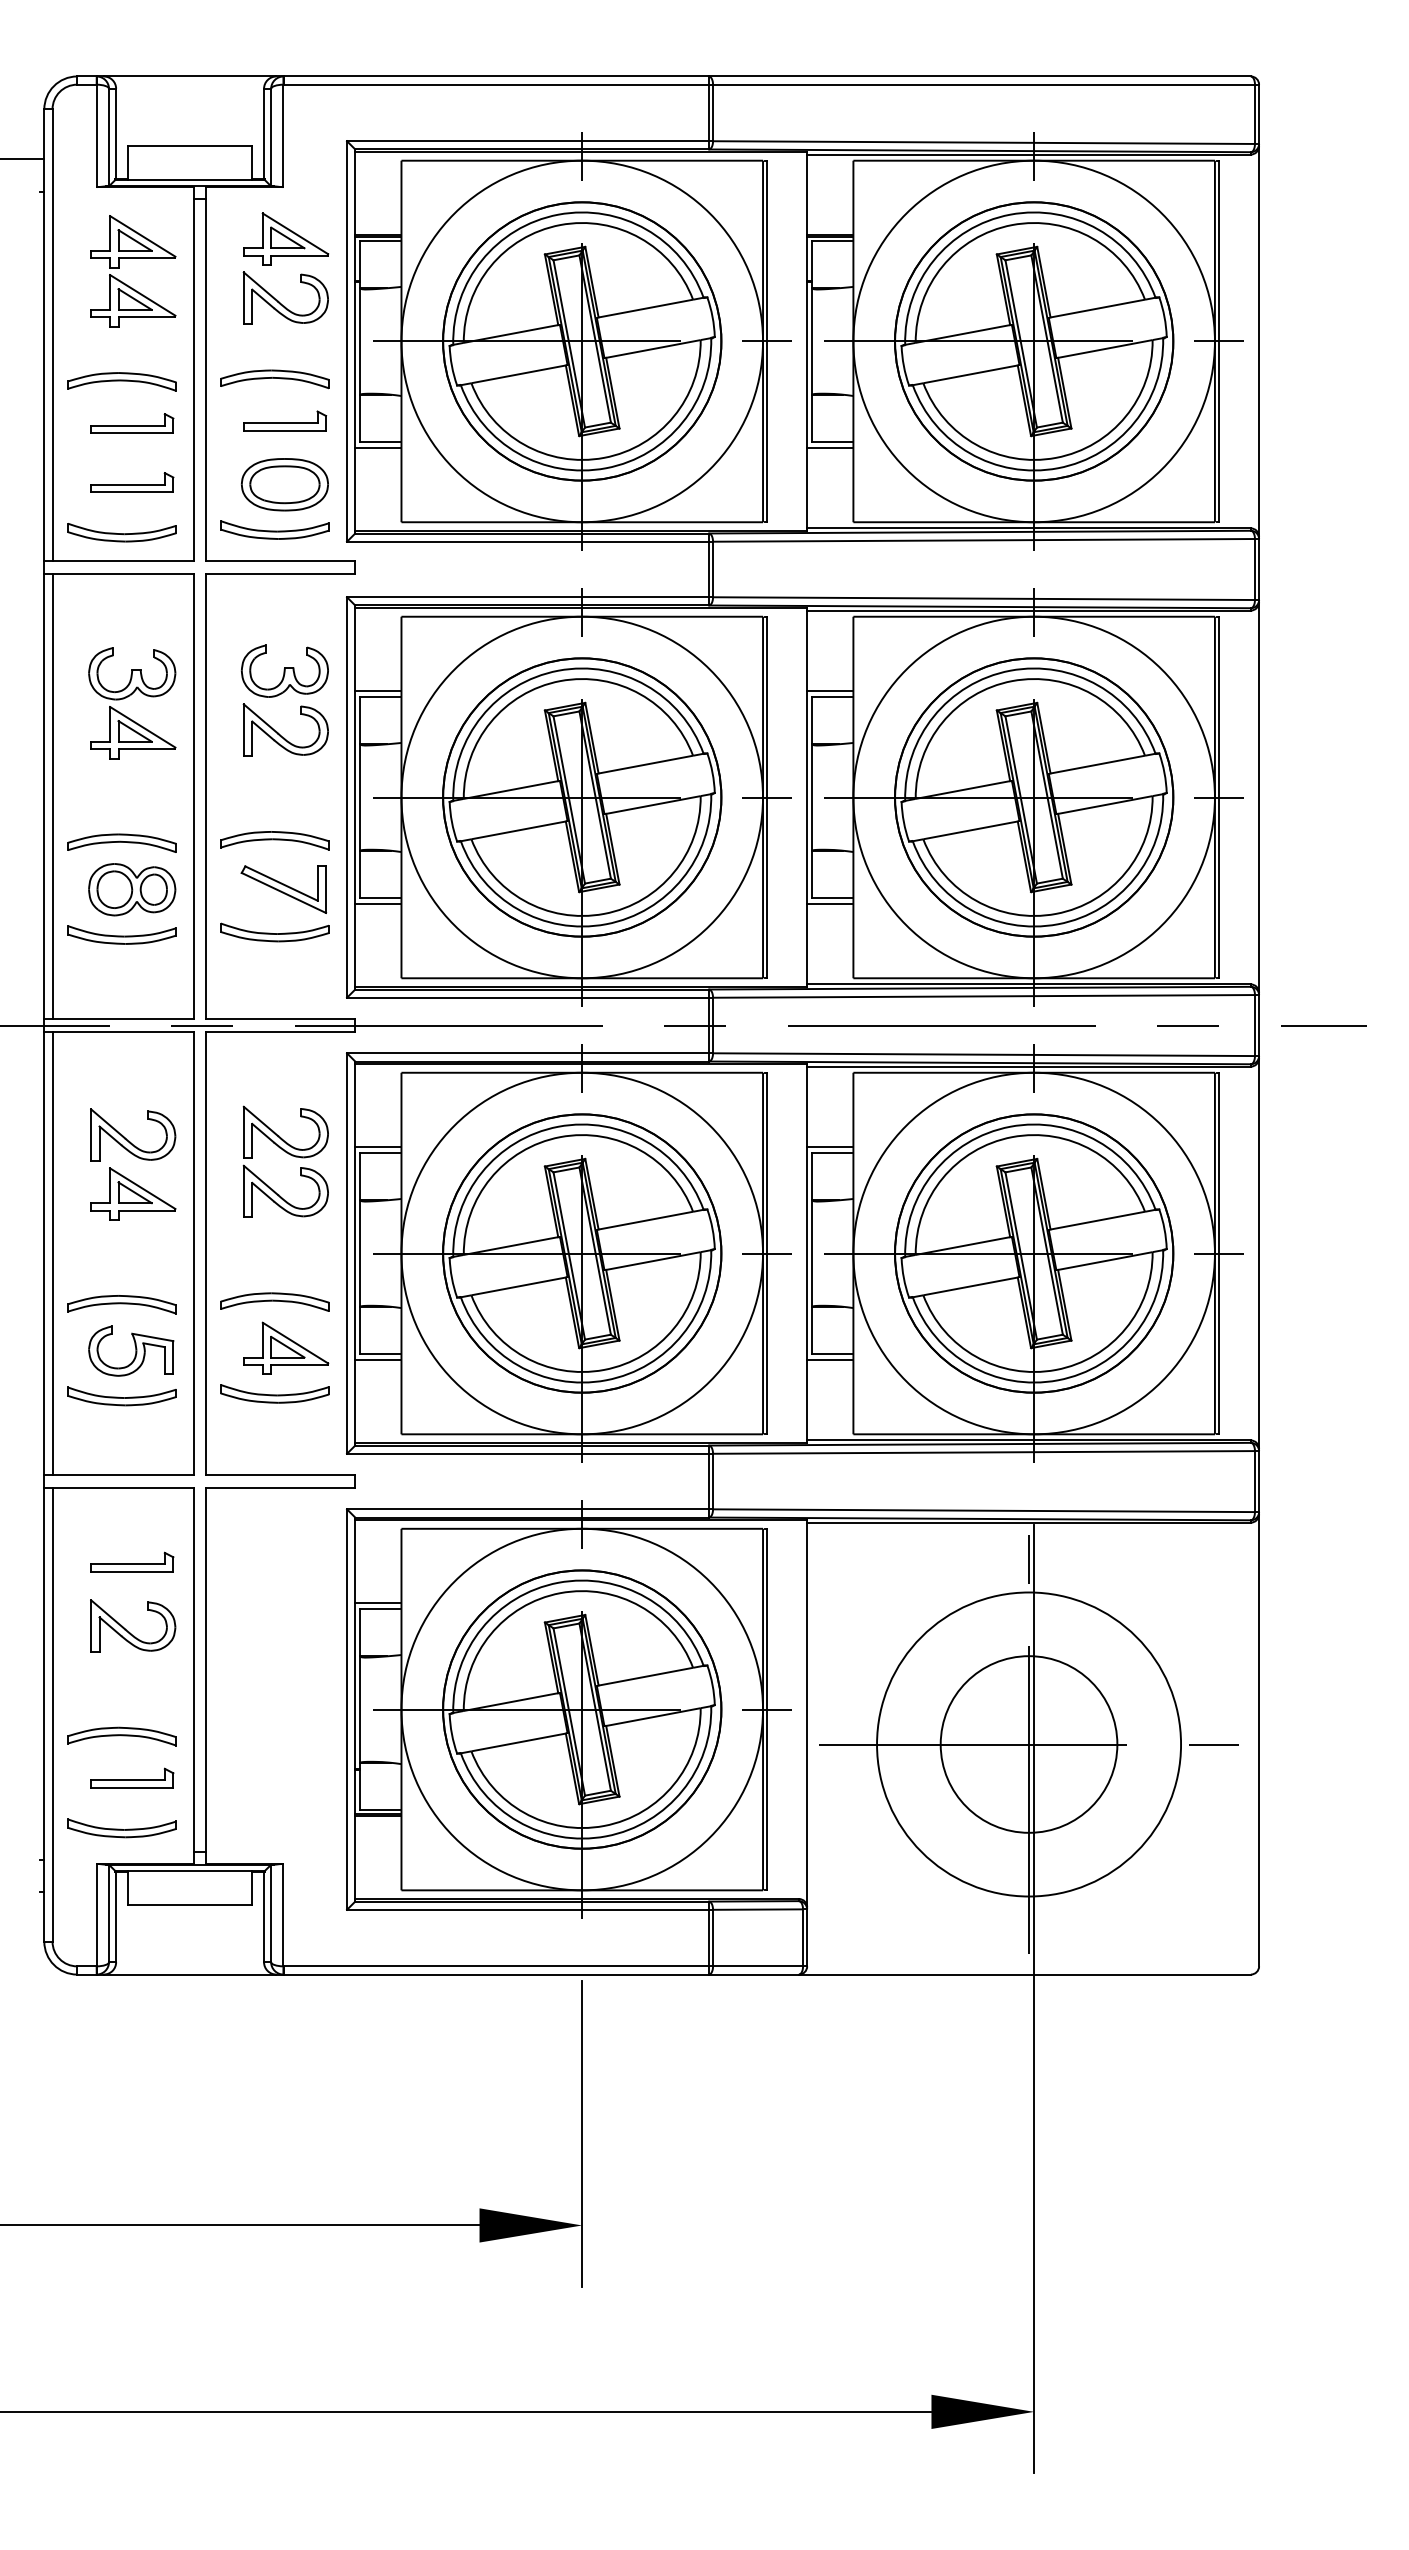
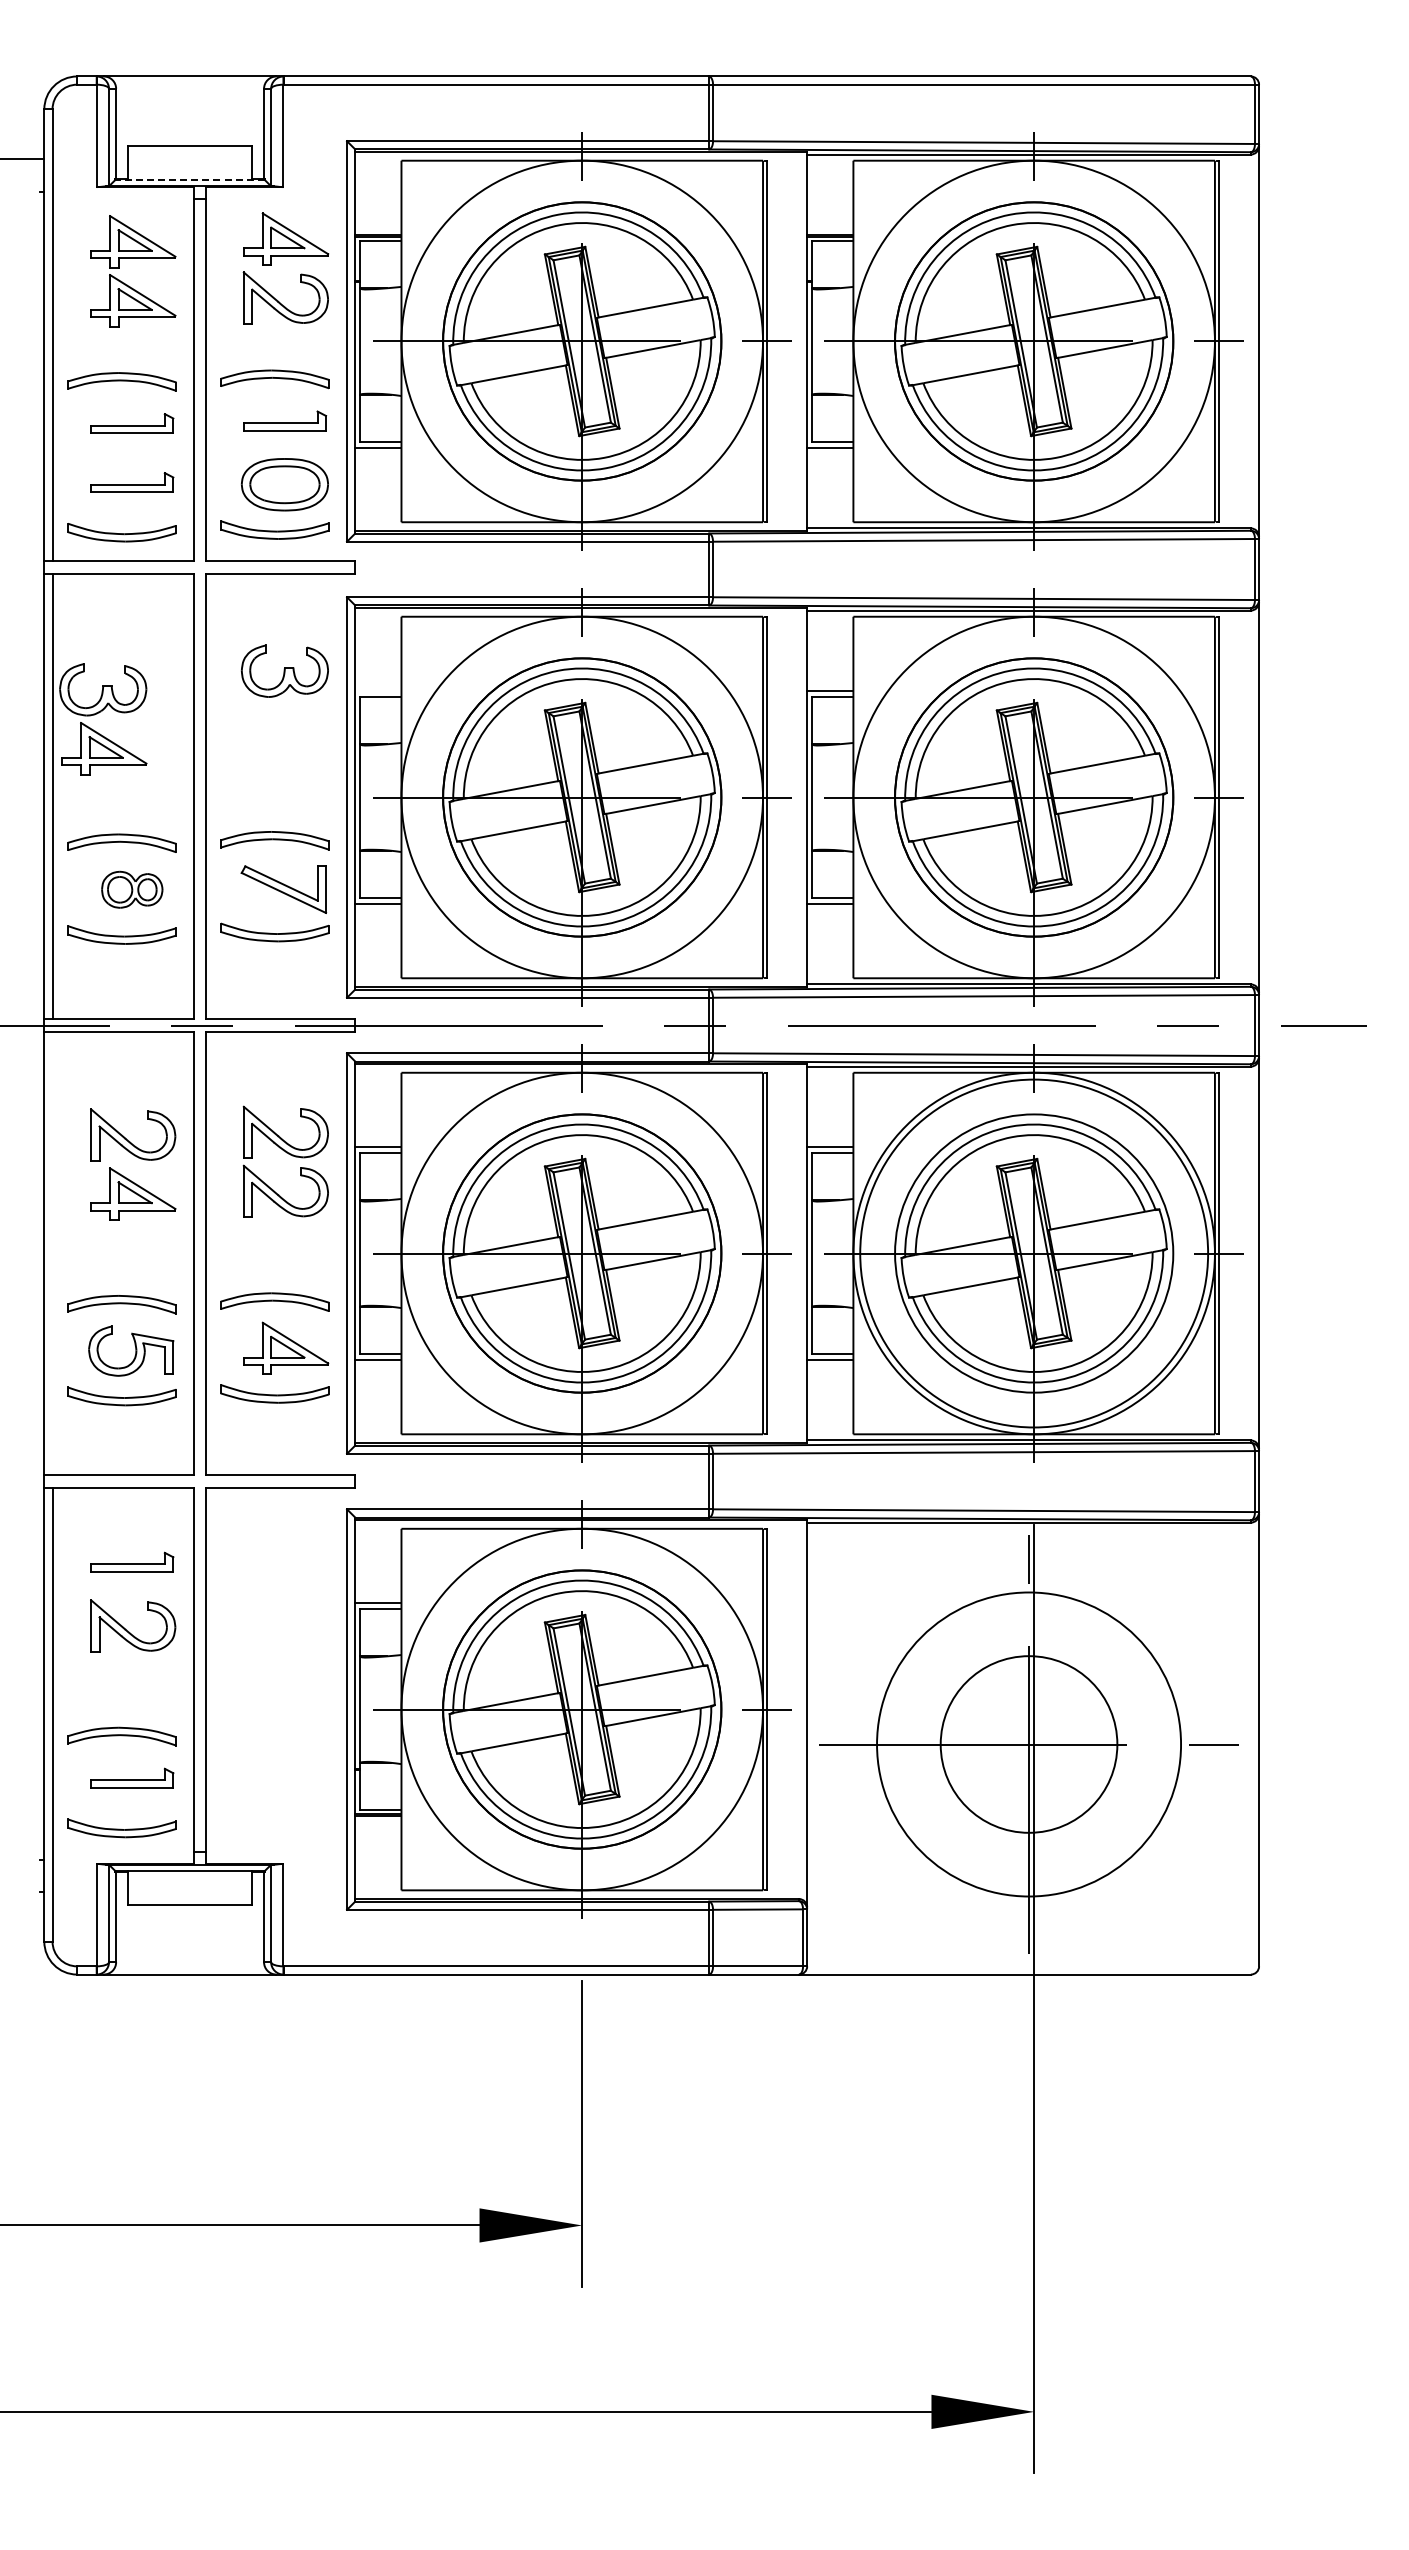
line at (190, 180): solid -> dashed
line at (378, 690): present -> none
part at (128, 697) position: (128, 697) -> (99, 713)
part at (280, 734): present -> none
part at (132, 889) size: 89x54 px -> 63x39 px
line at (52, 1253): present -> none
circle at (1034, 1253) diameter: 278 px -> 348 px
